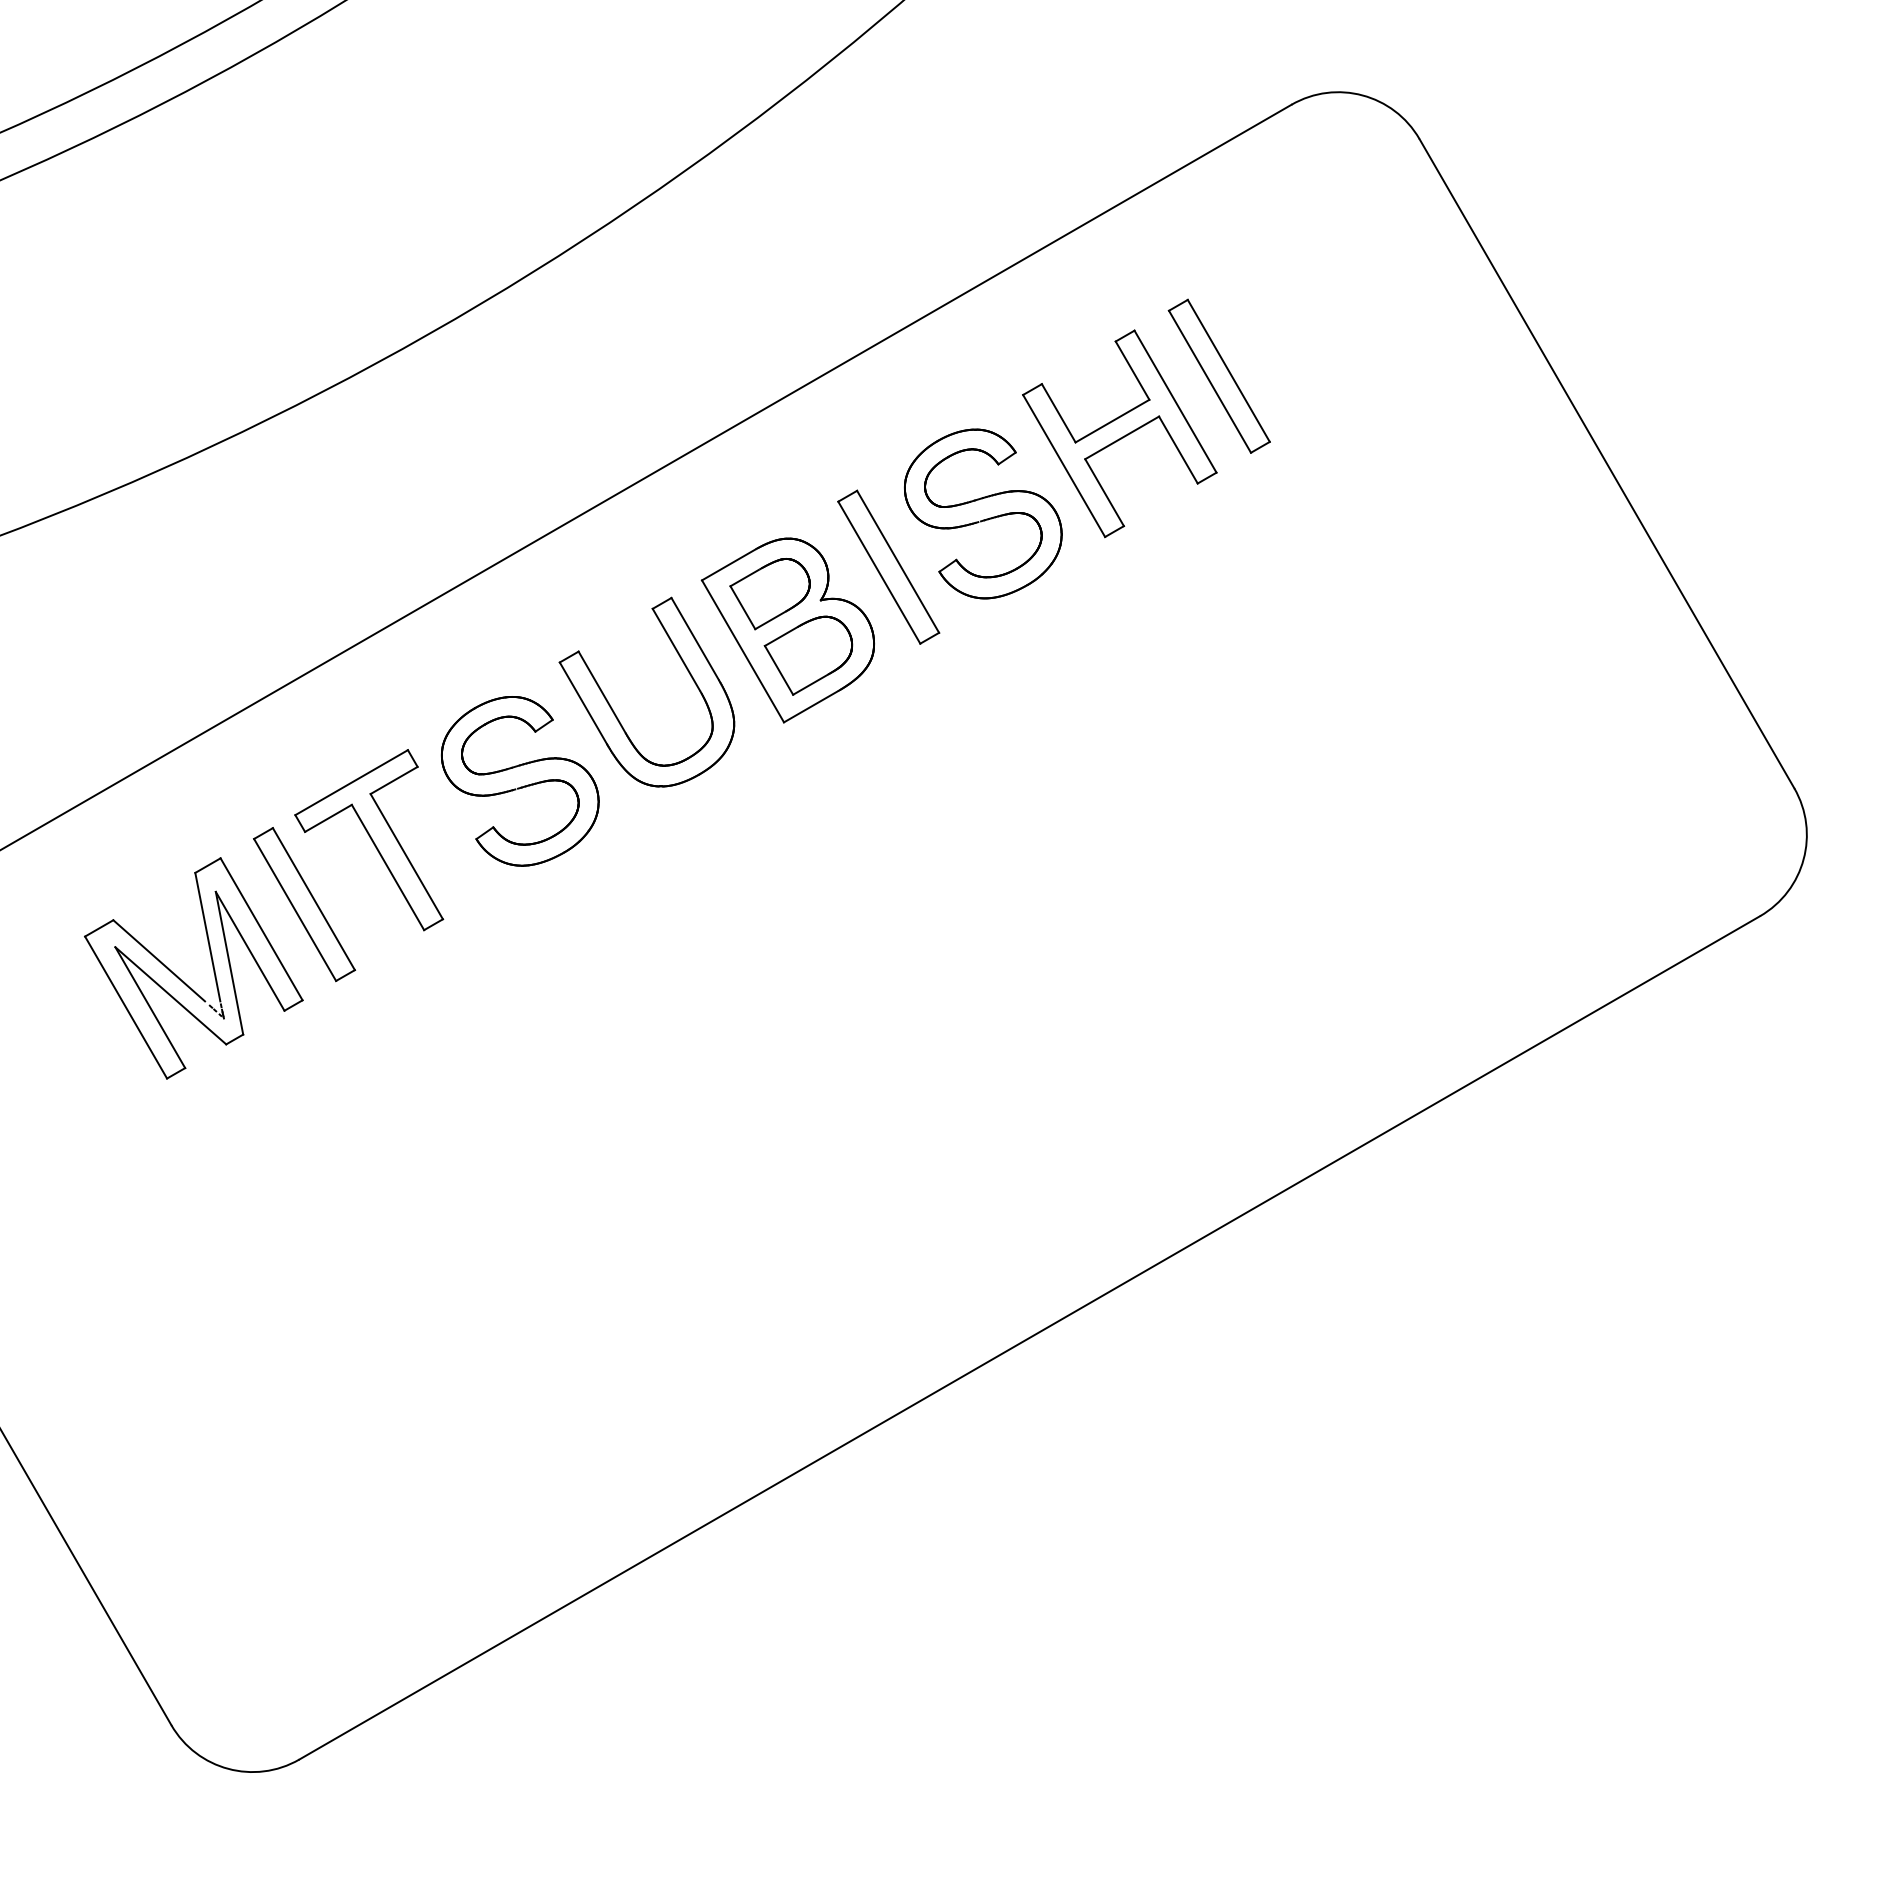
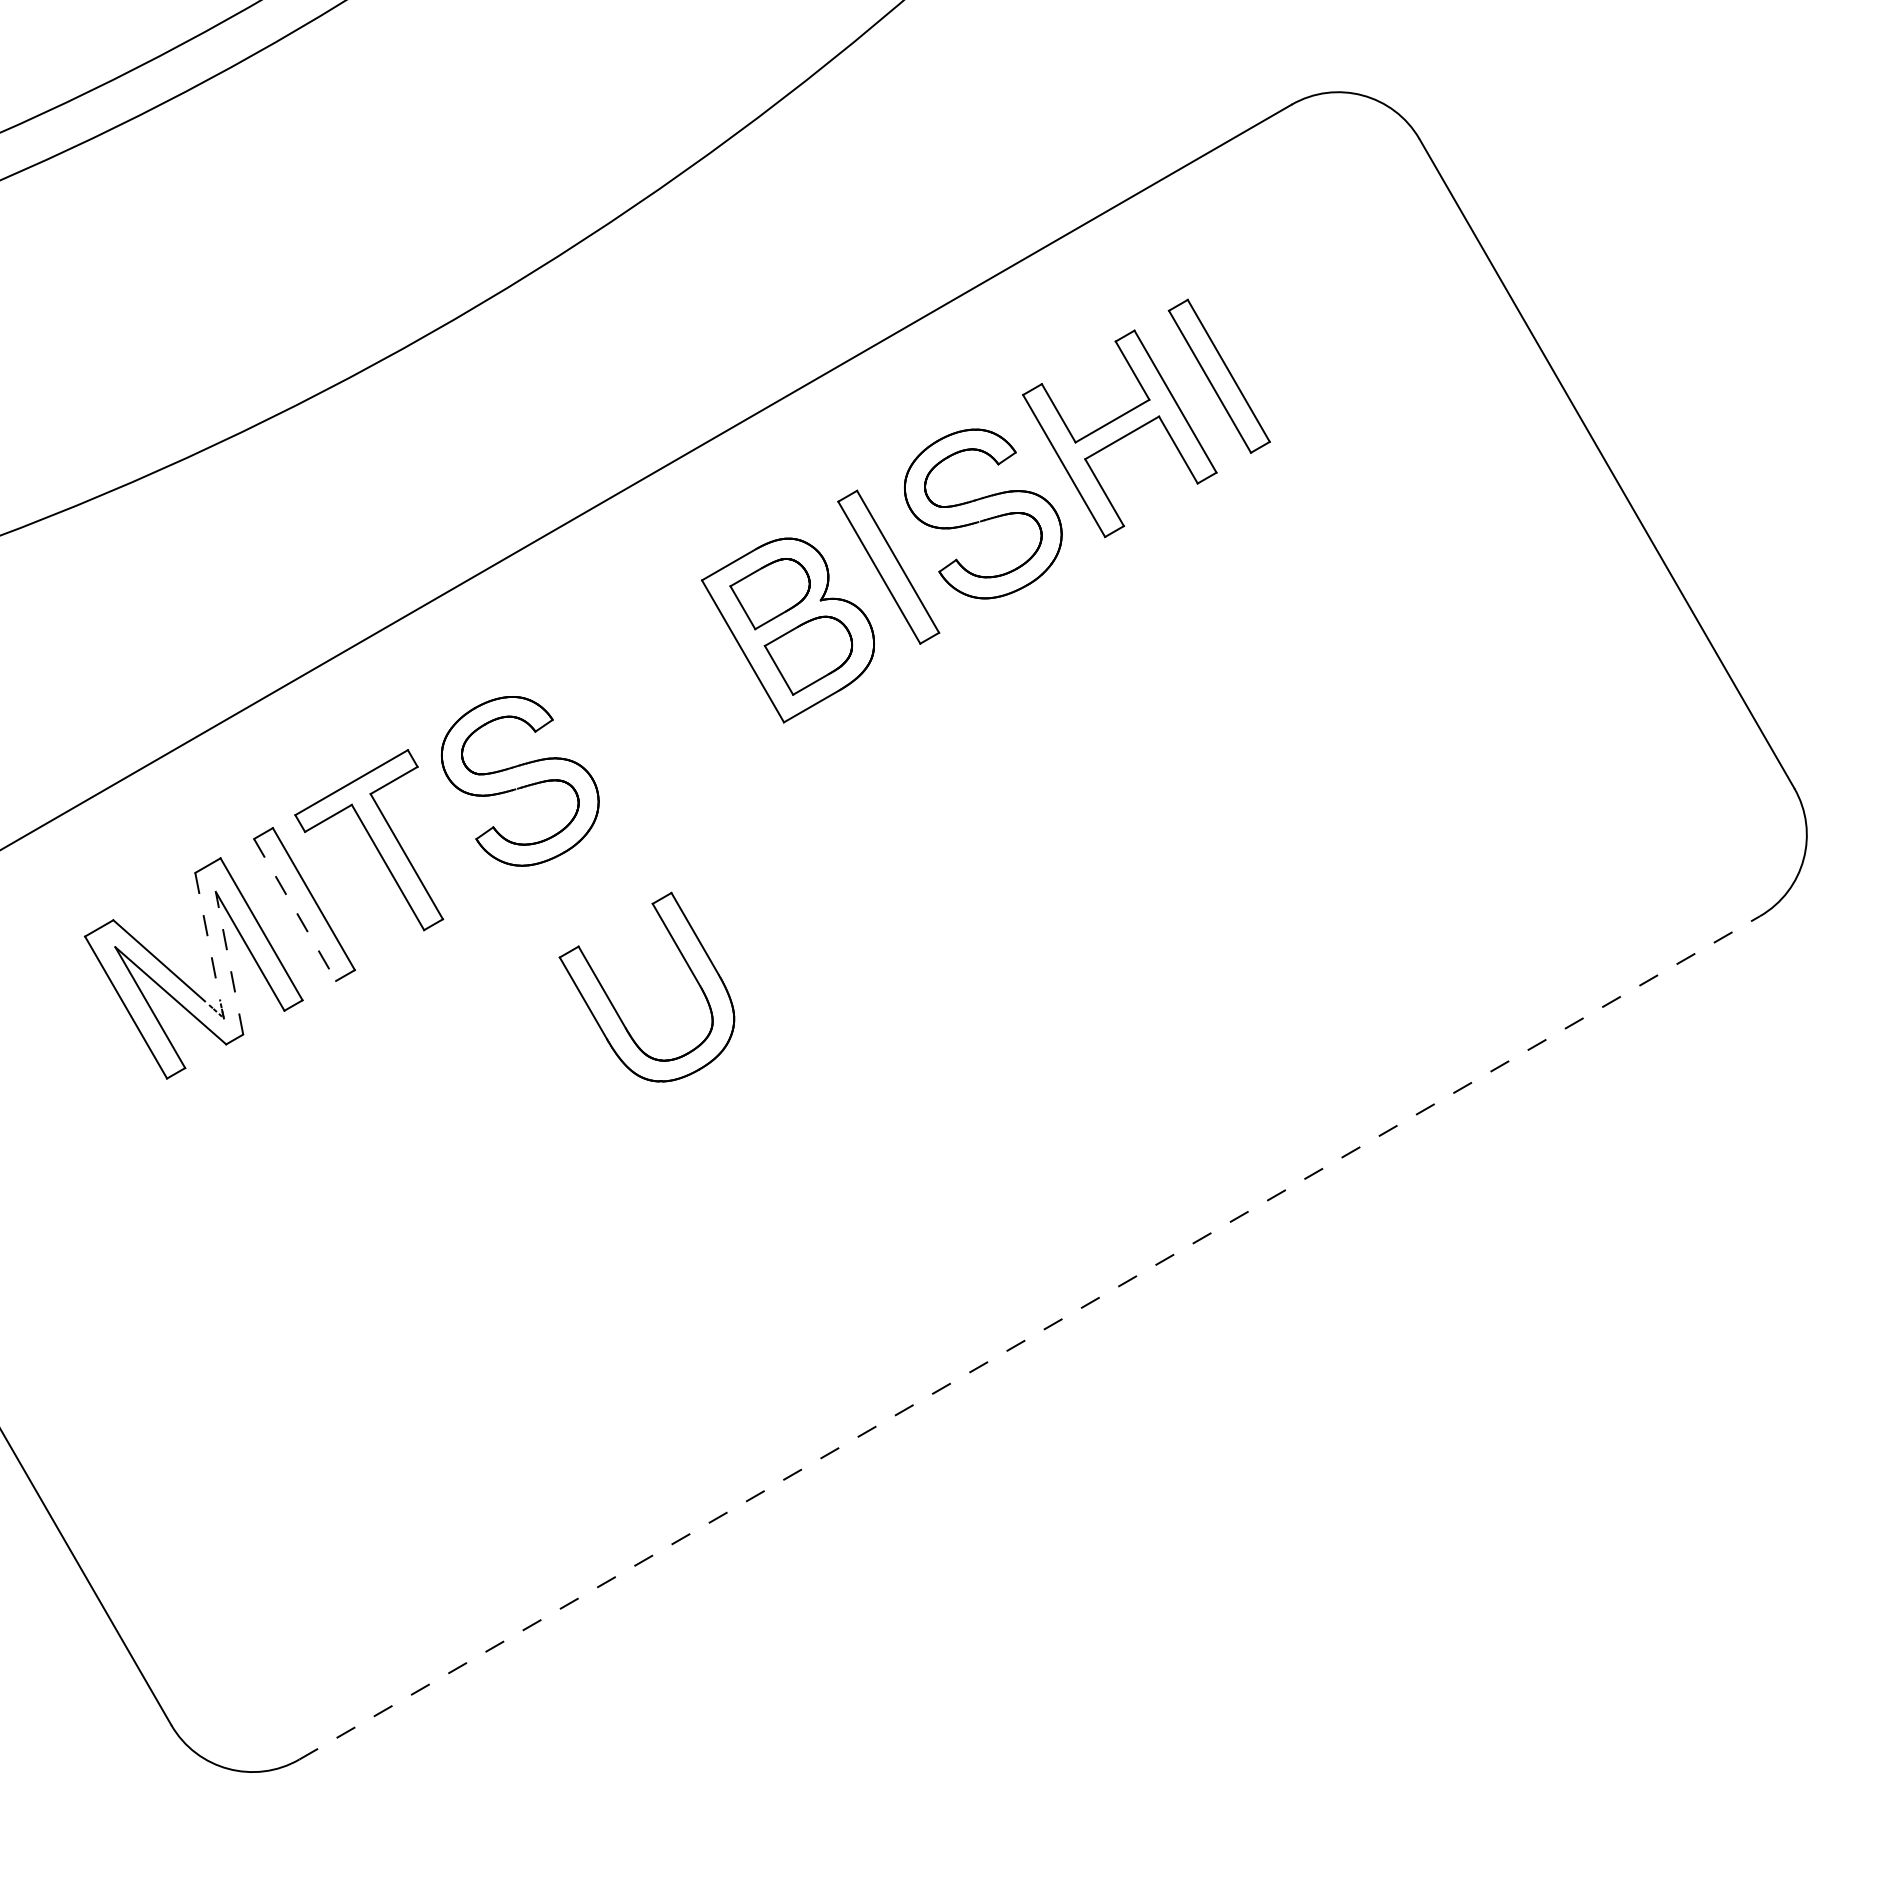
part at (613, 709) position: (613, 709) -> (613, 1004)
line at (295, 909): solid -> dashed
line at (207, 937): solid -> dashed
line at (229, 963): solid -> dashed
line at (1030, 1337): solid -> dashed
